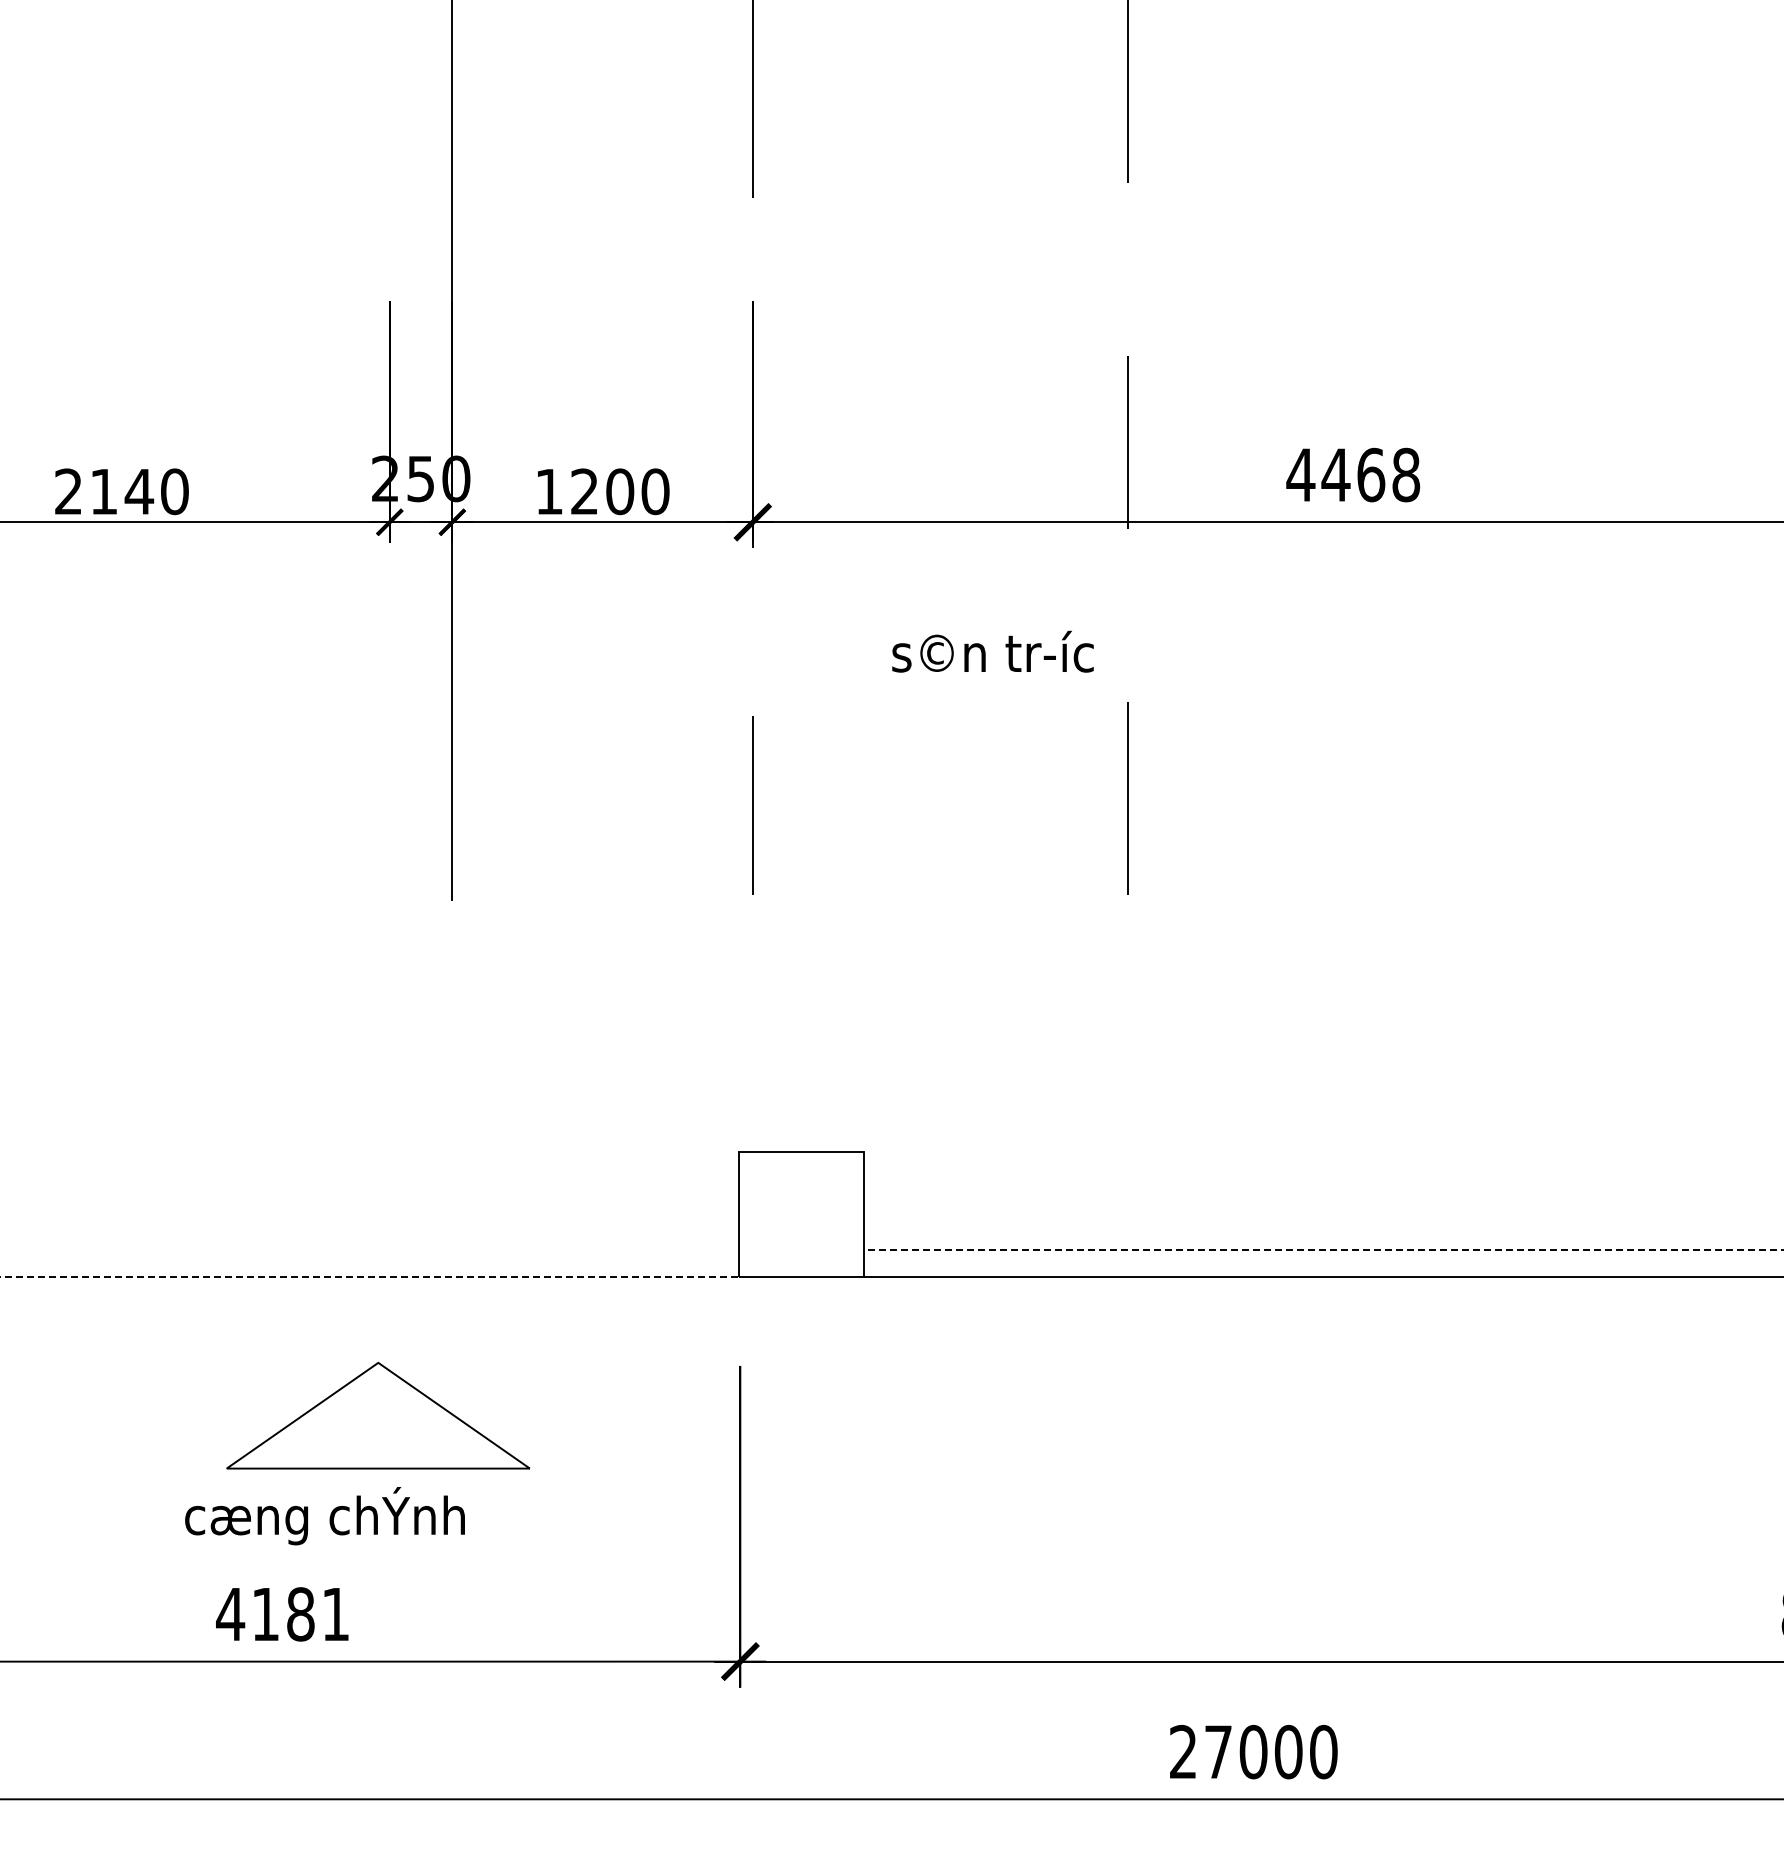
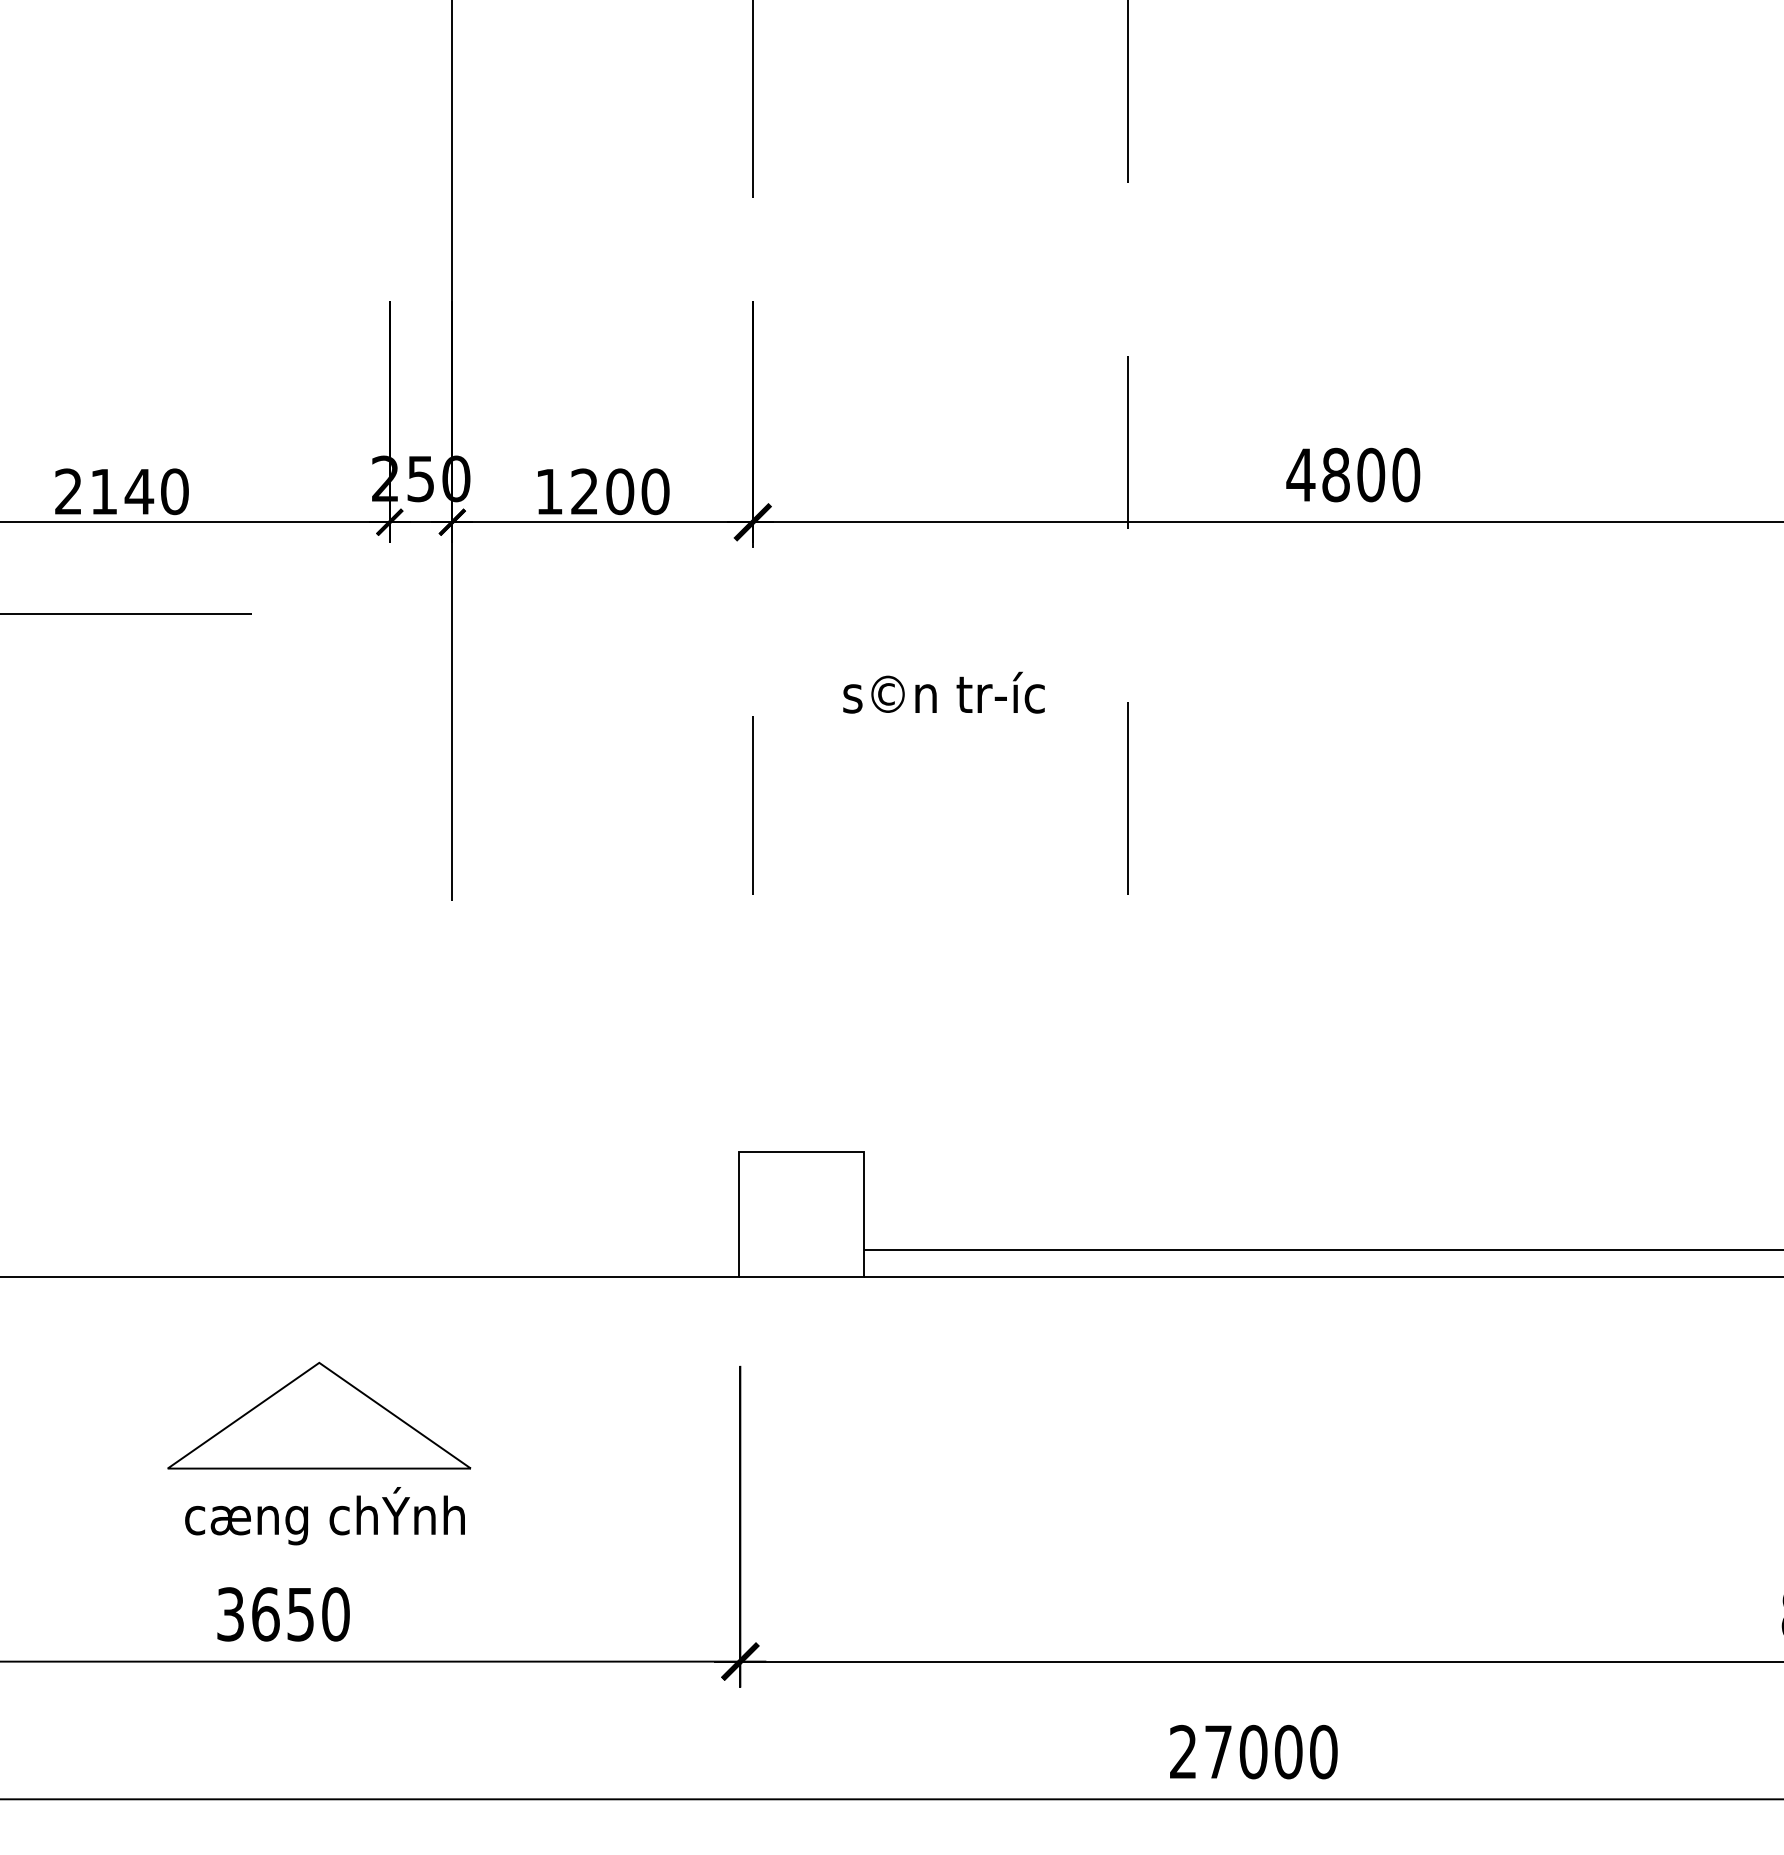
text at (1370, 474): 4468 -> 4800
line at (126, 613): none -> present
text at (992, 651) position: (992, 651) -> (943, 692)
line at (1323, 1249): dashed -> solid
line at (370, 1277): dashed -> solid
part at (378, 1415) position: (378, 1415) -> (319, 1415)
text at (282, 1614): 4181 -> 3650
